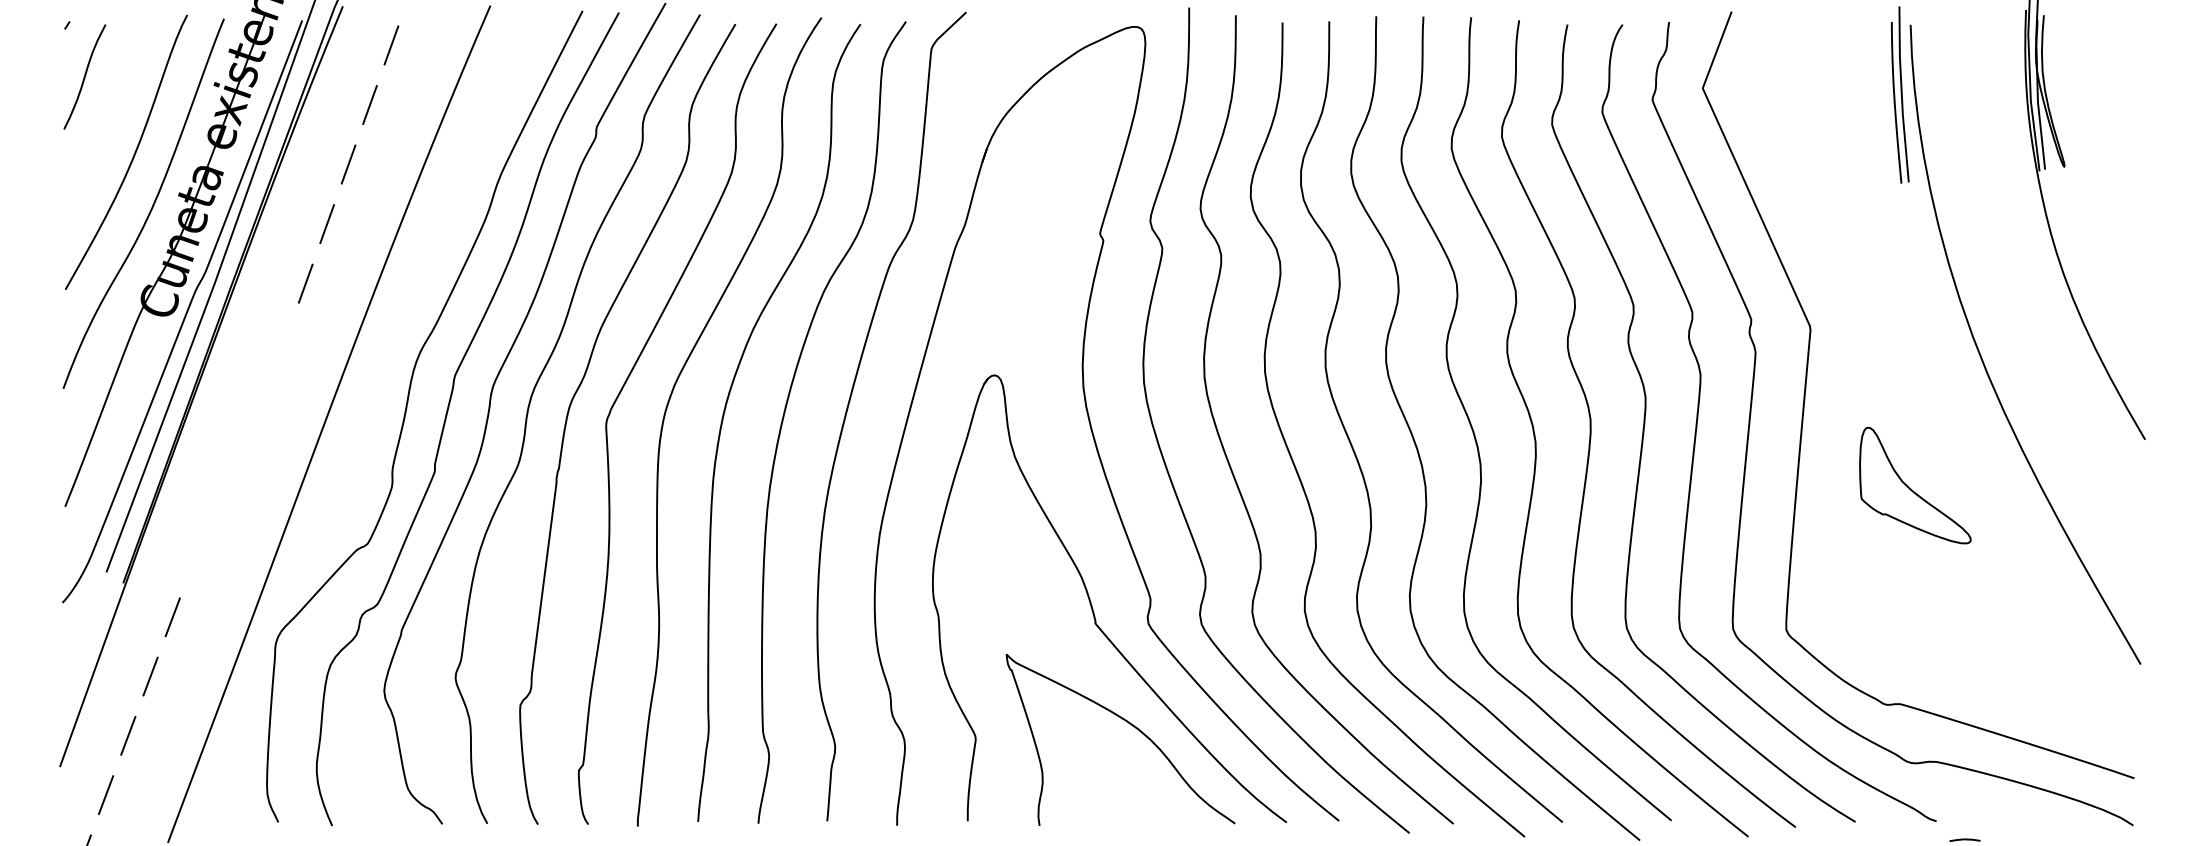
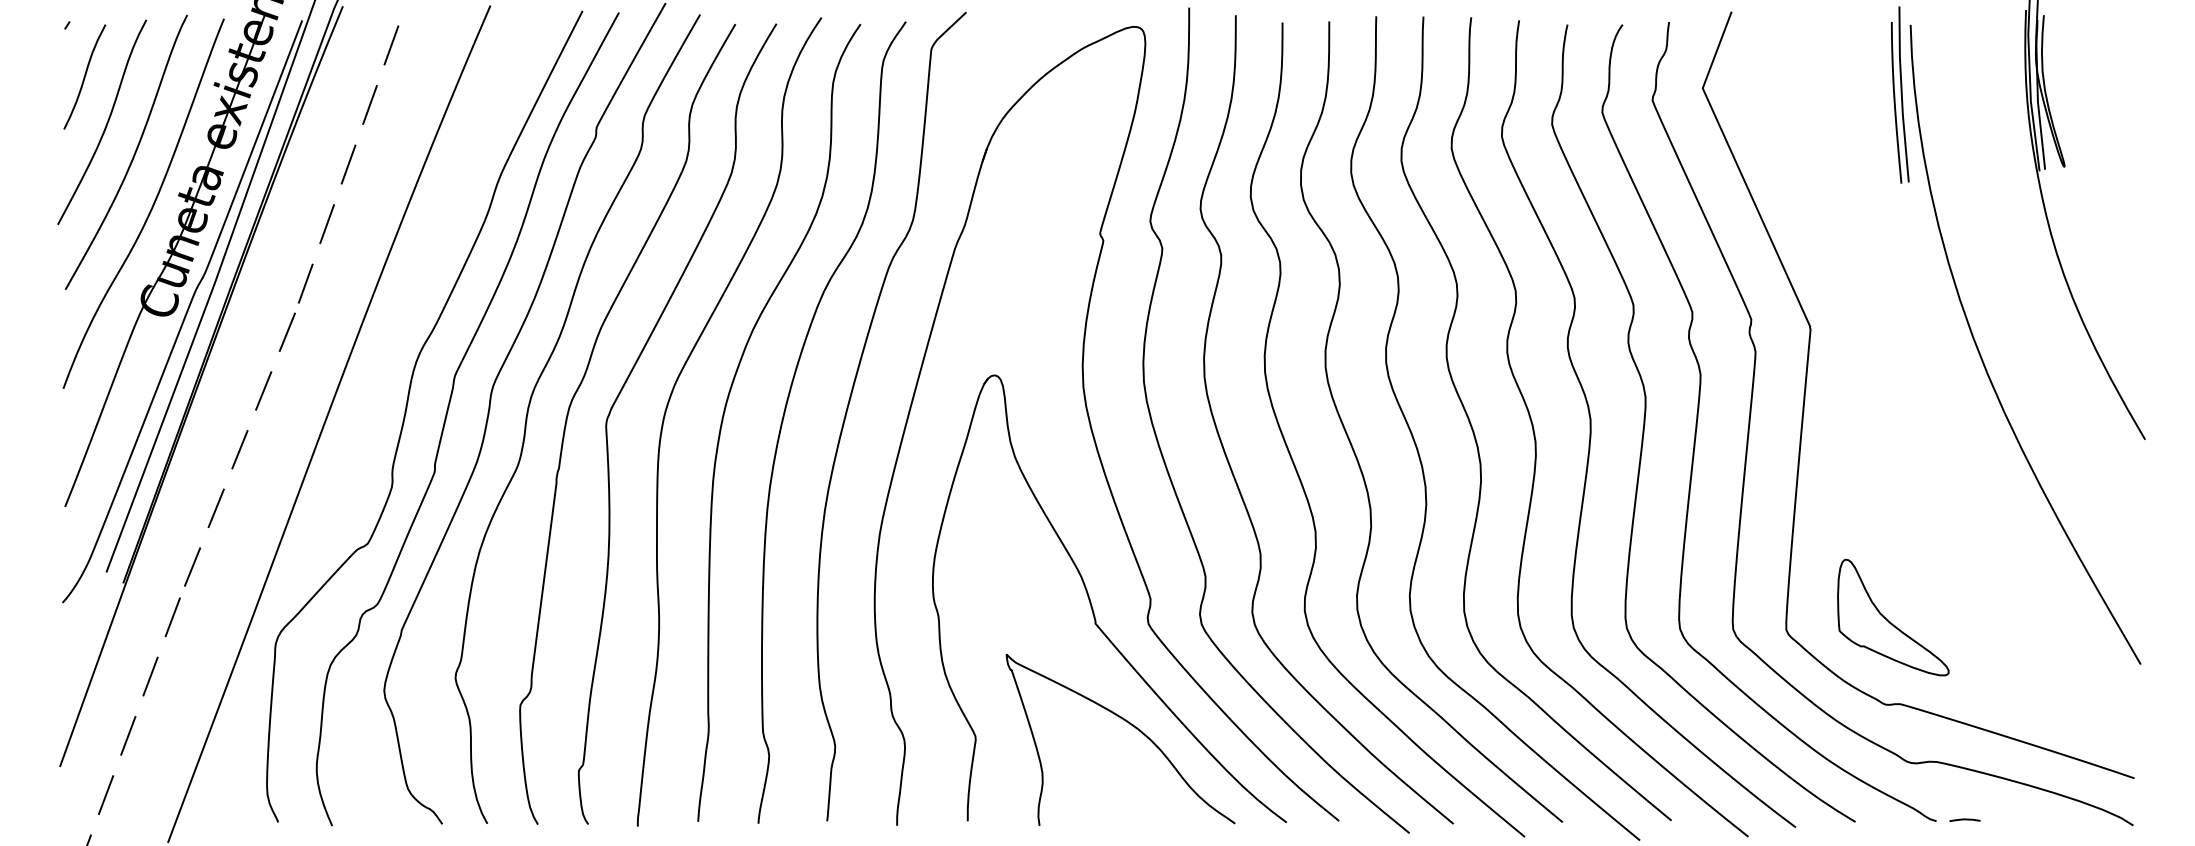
curve at (106, 122): none -> present
line at (239, 449): none -> present
part at (1915, 485) position: (1915, 485) -> (1893, 617)
line at (1964, 839) position: (1964, 839) -> (1964, 819)
